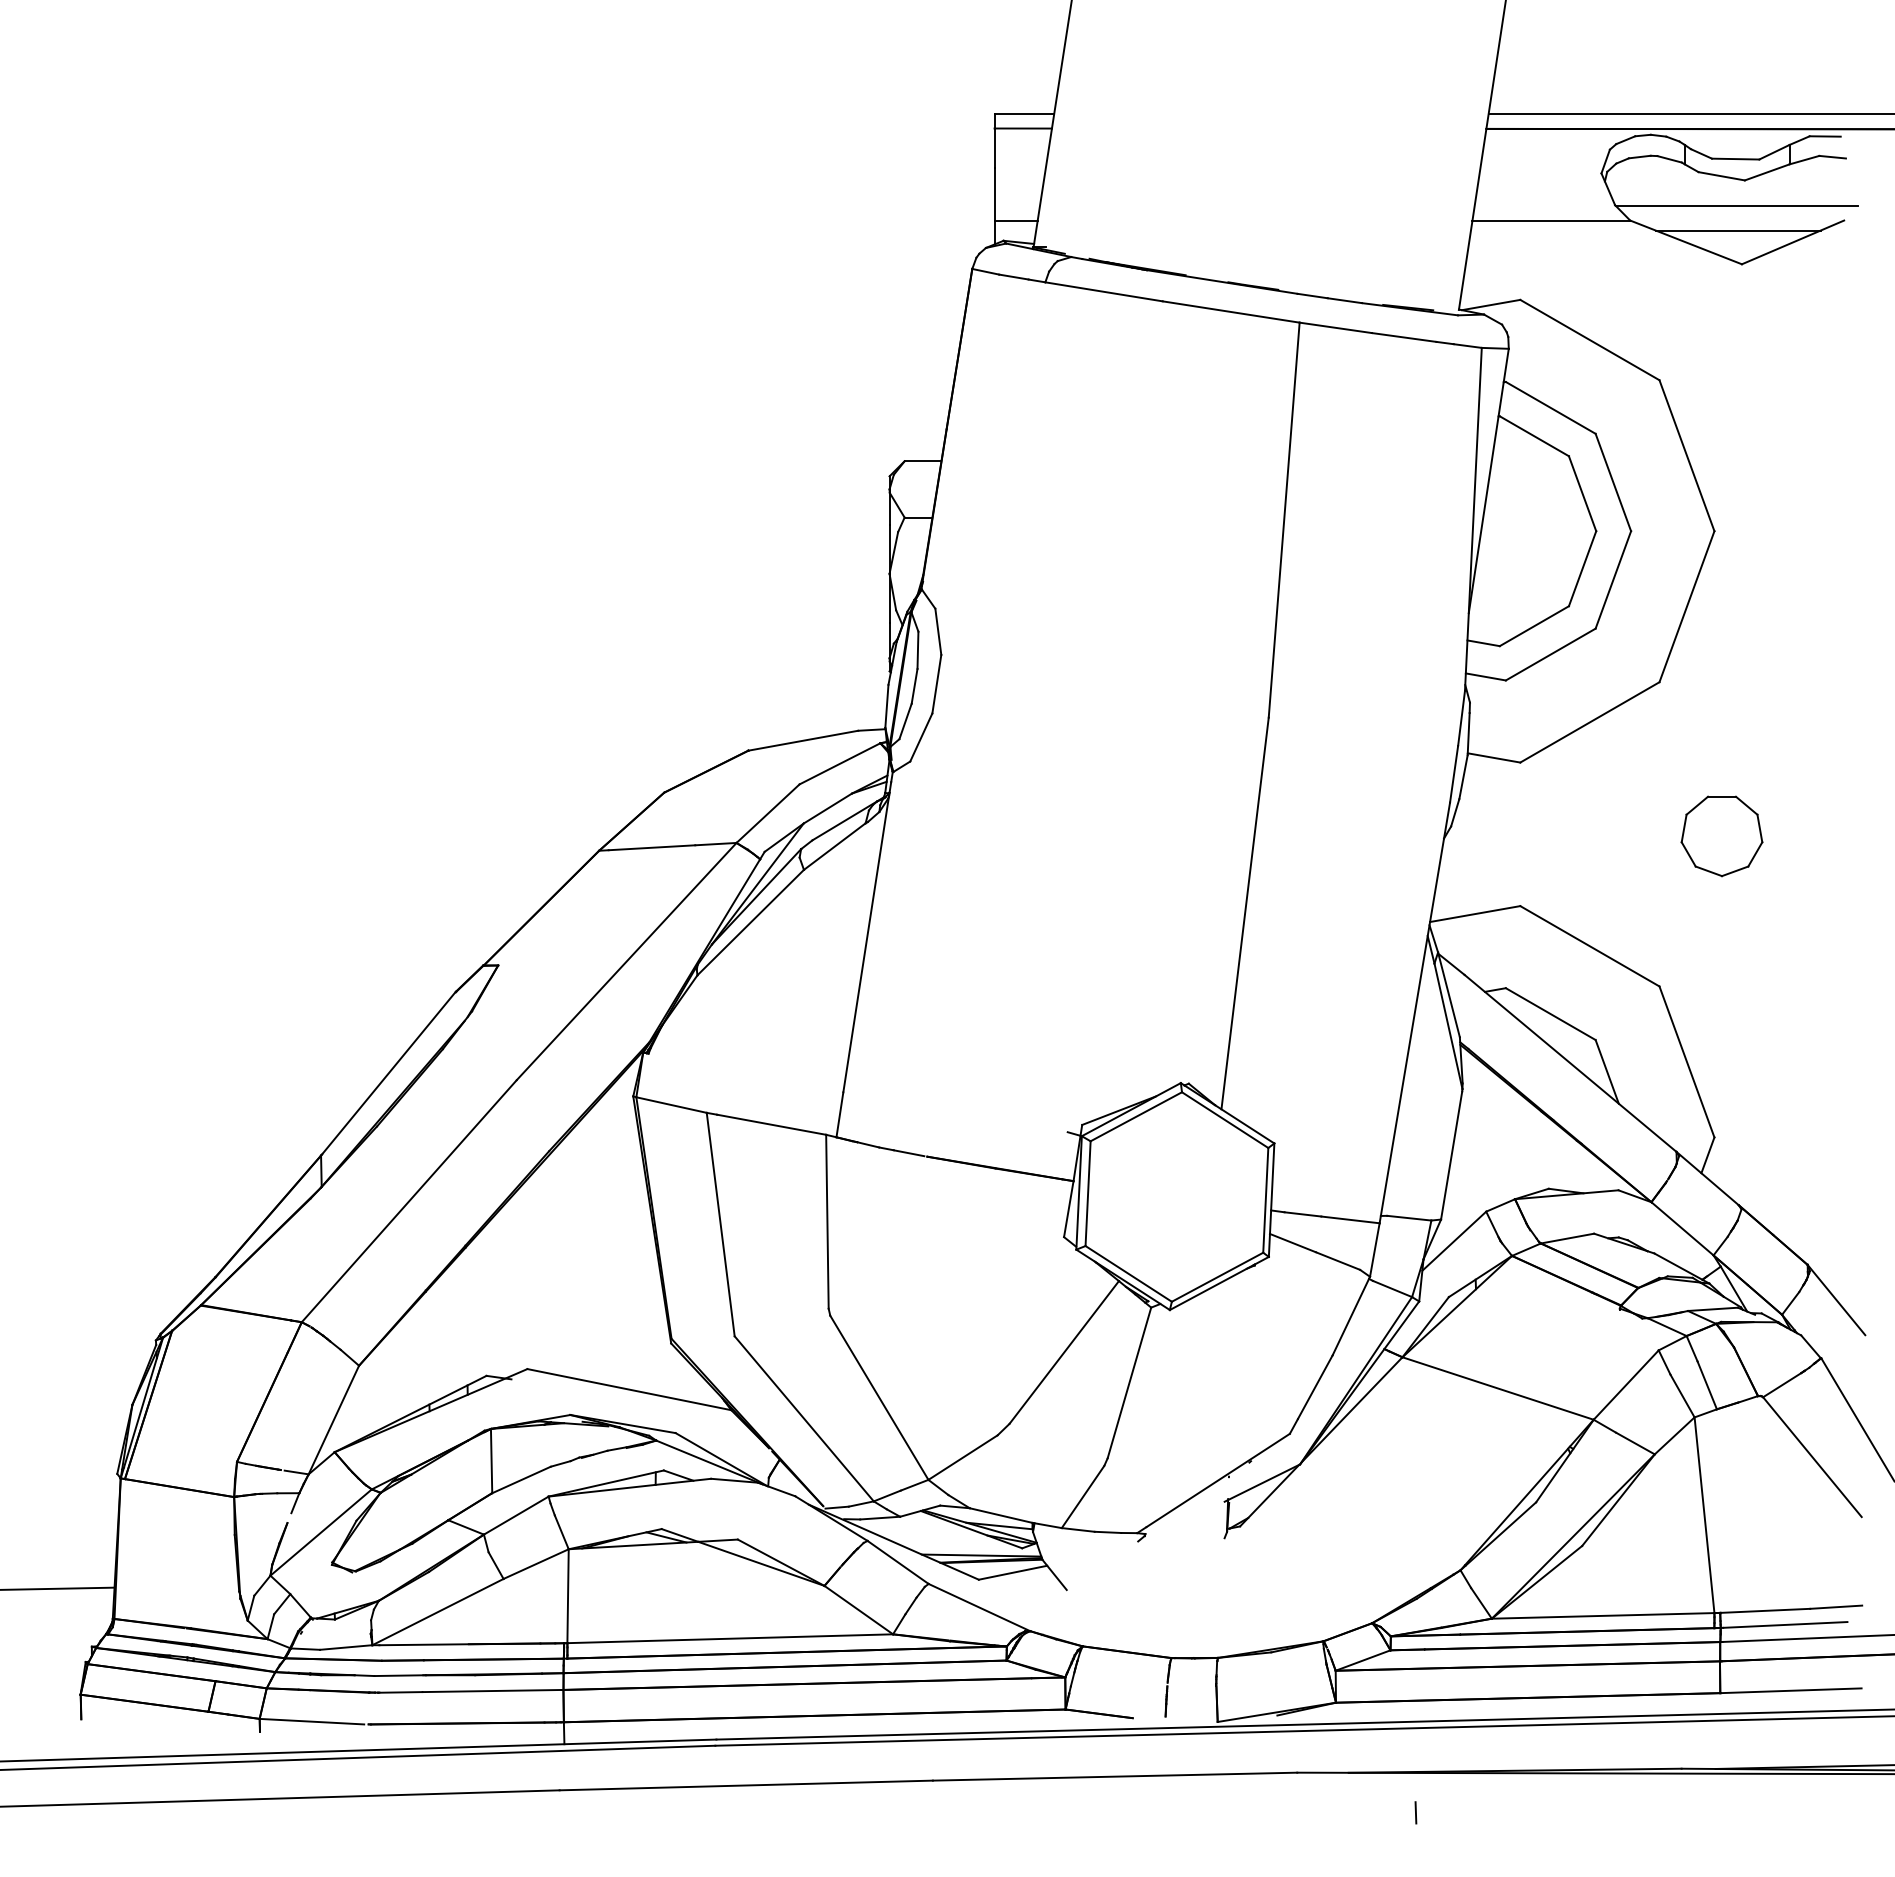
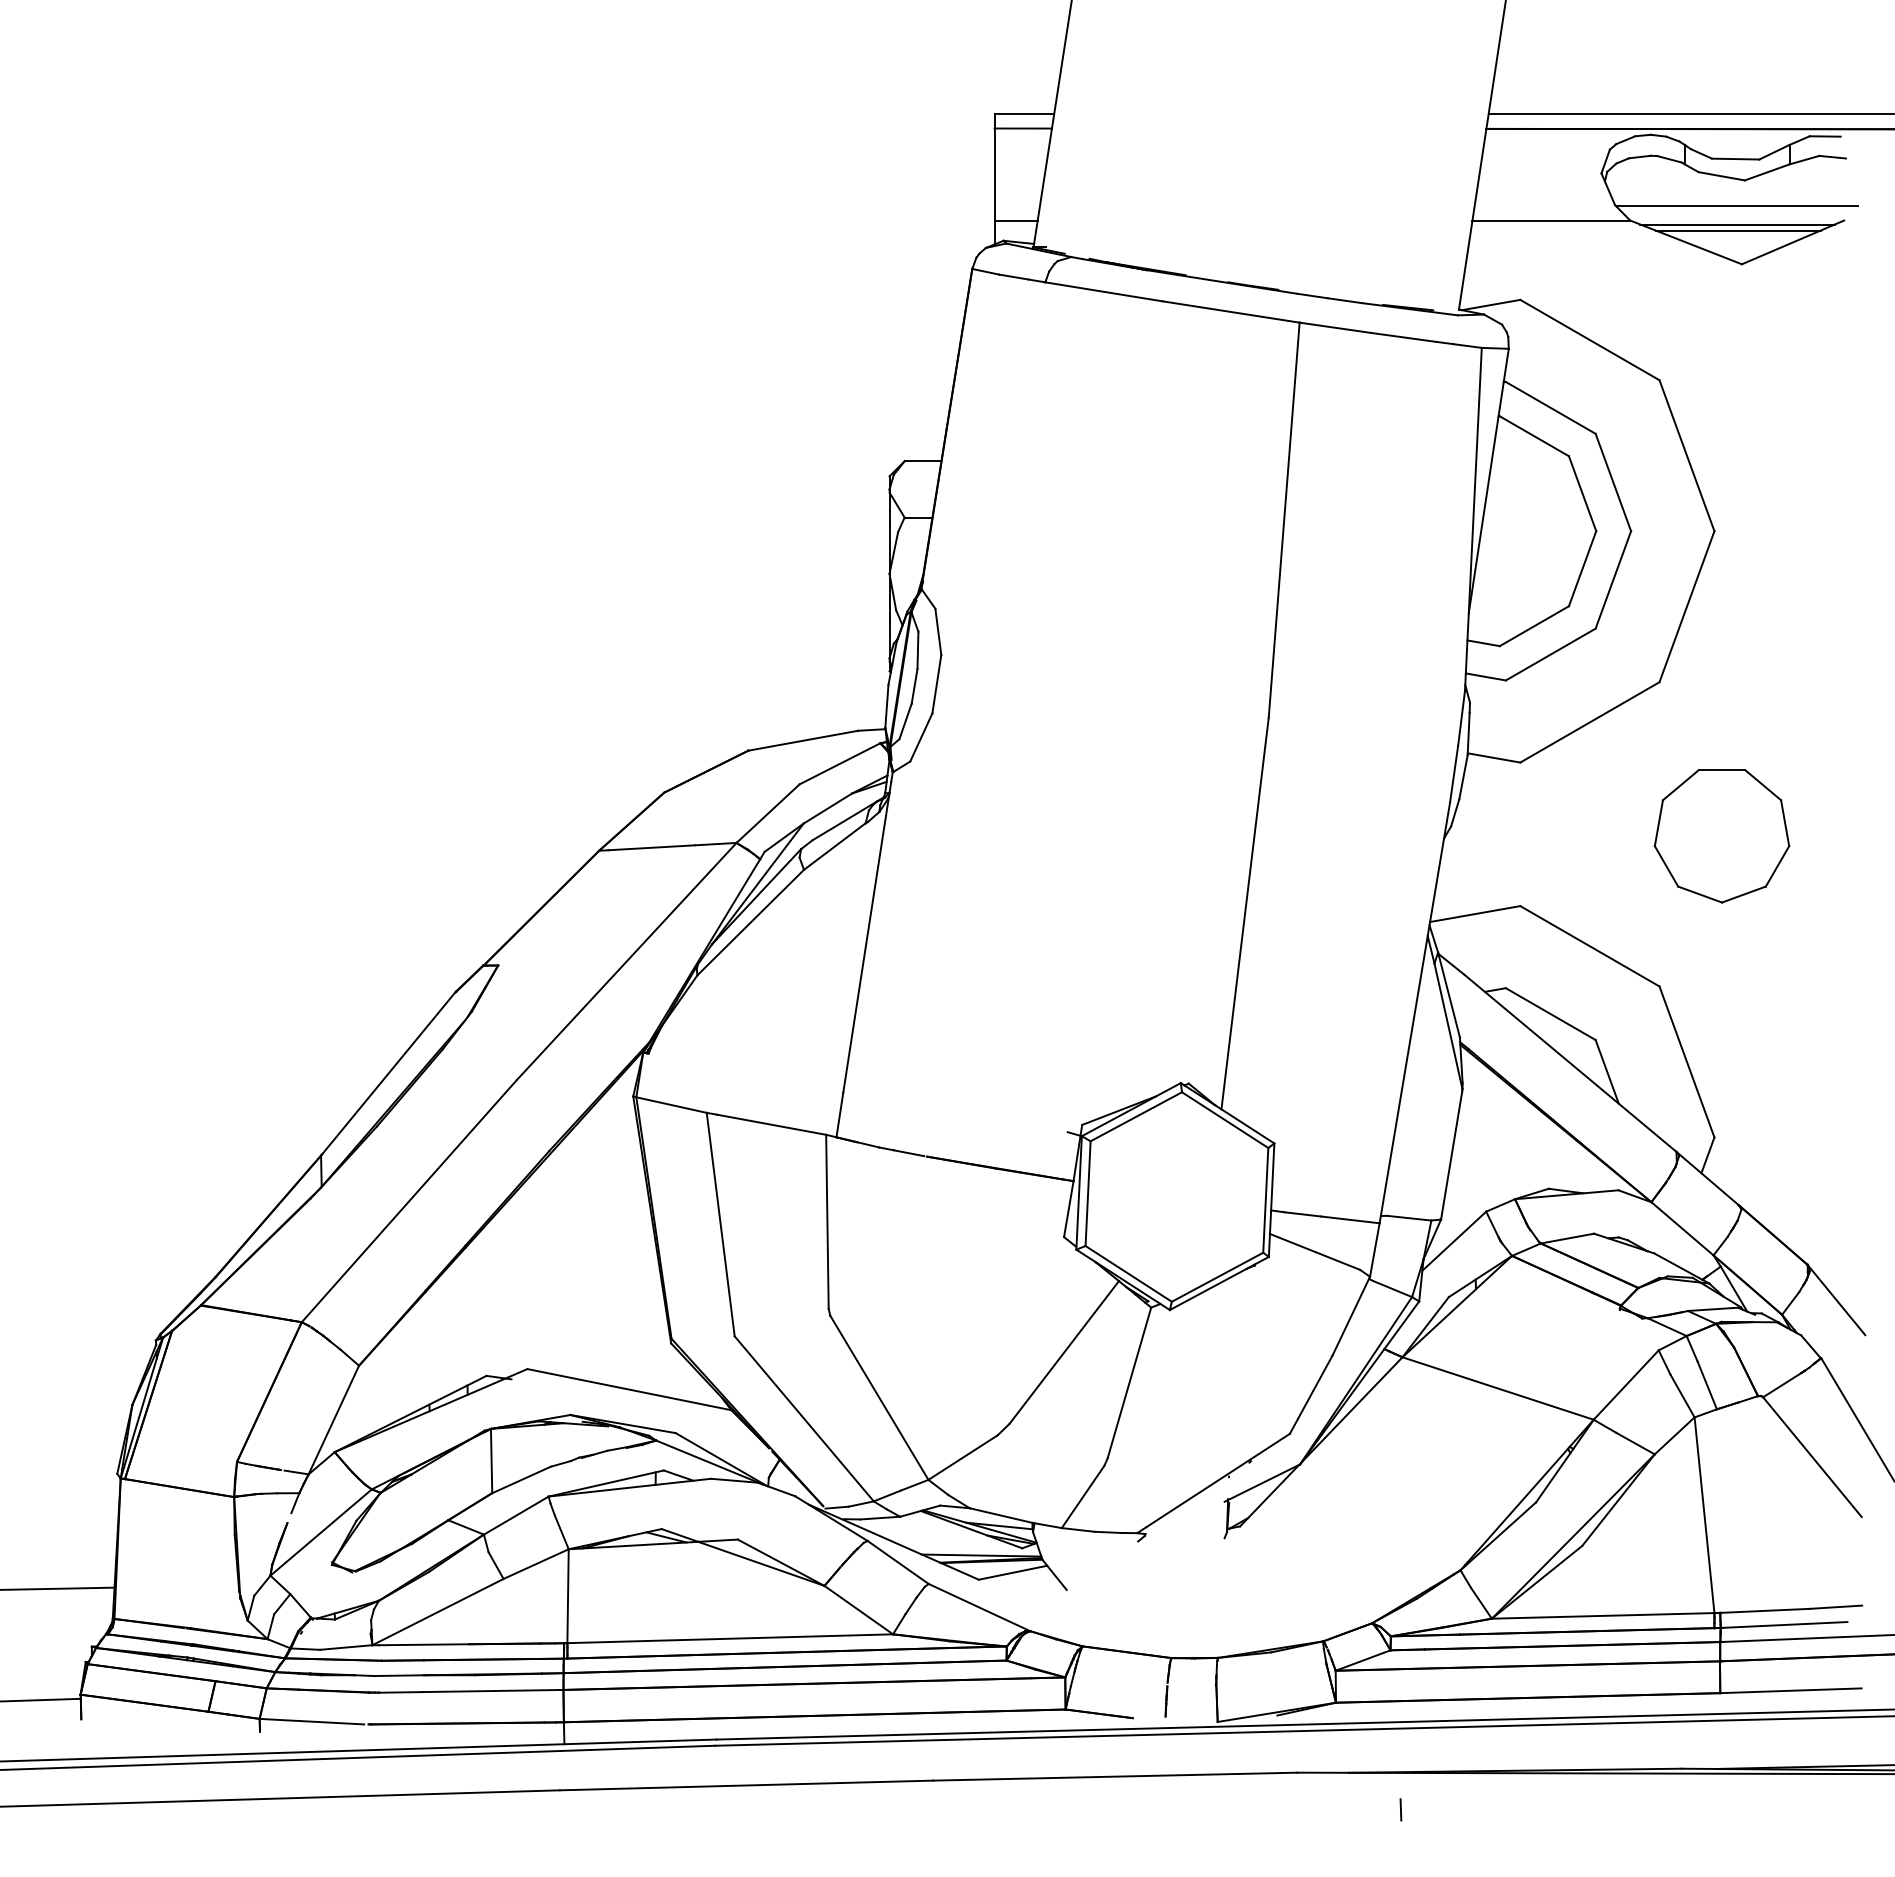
line at (1737, 224): none -> present
part at (1721, 836) size: 84x83 px -> 138x135 px
line at (41, 1699): none -> present
line at (1415, 1812) position: (1415, 1812) -> (1400, 1809)
